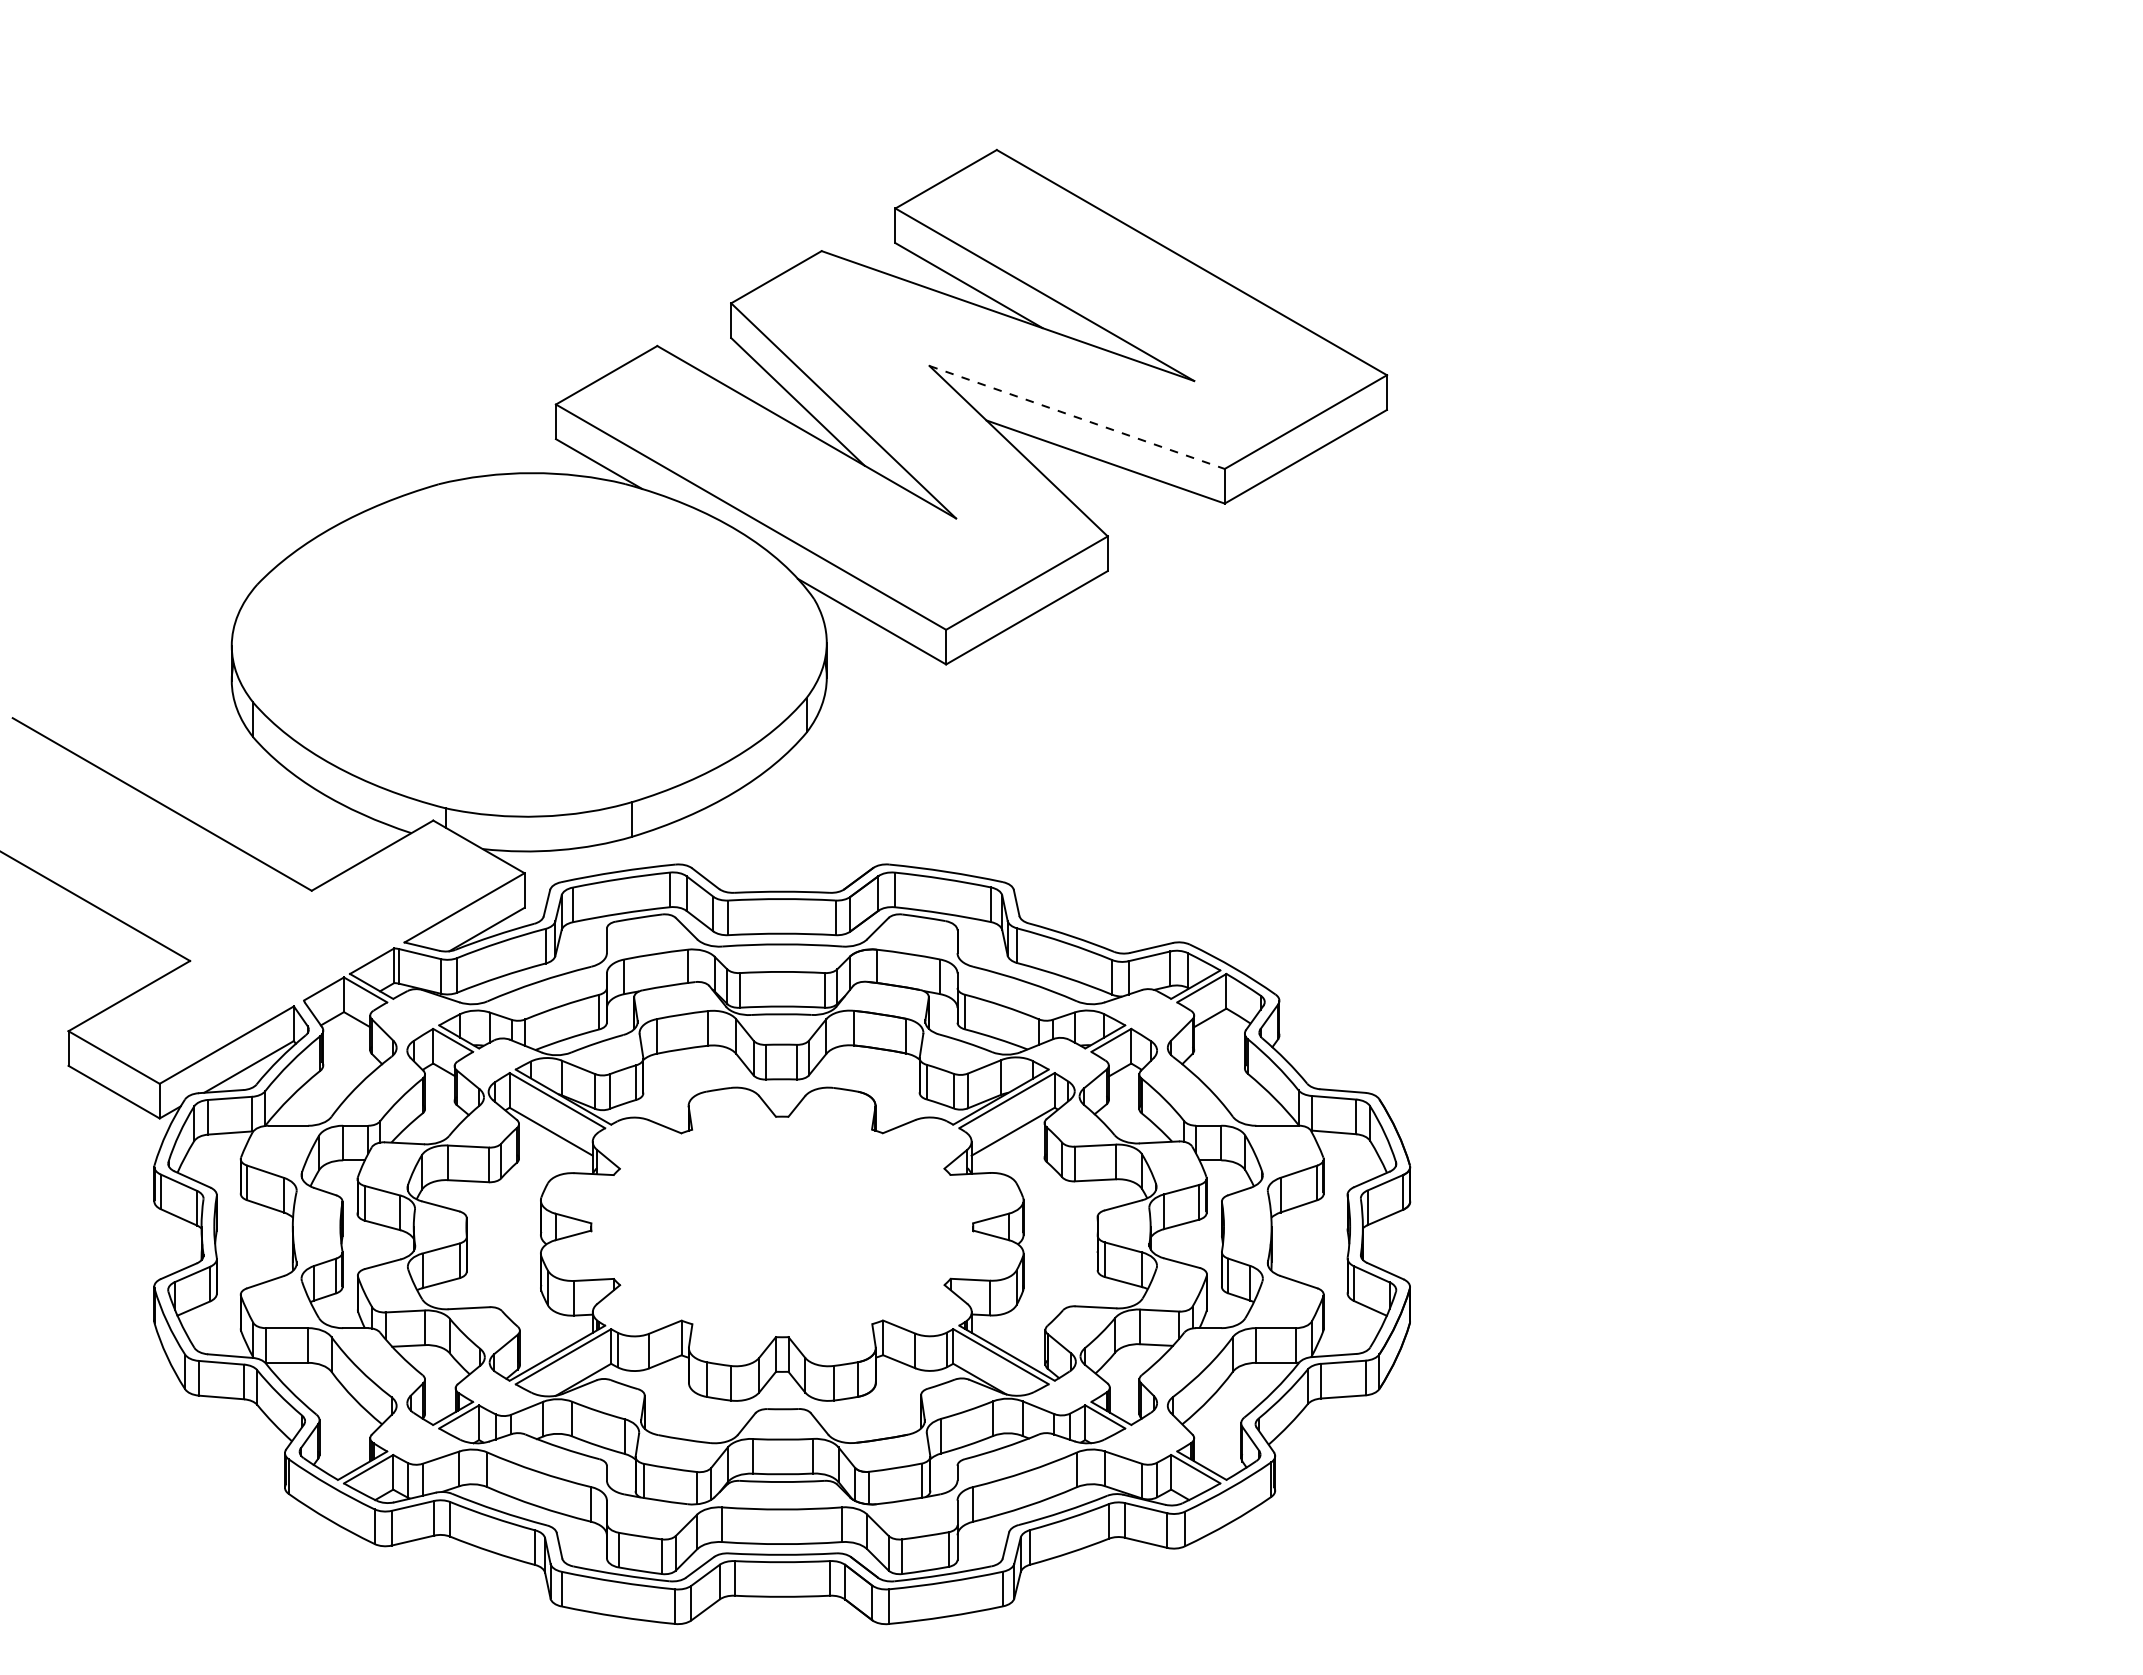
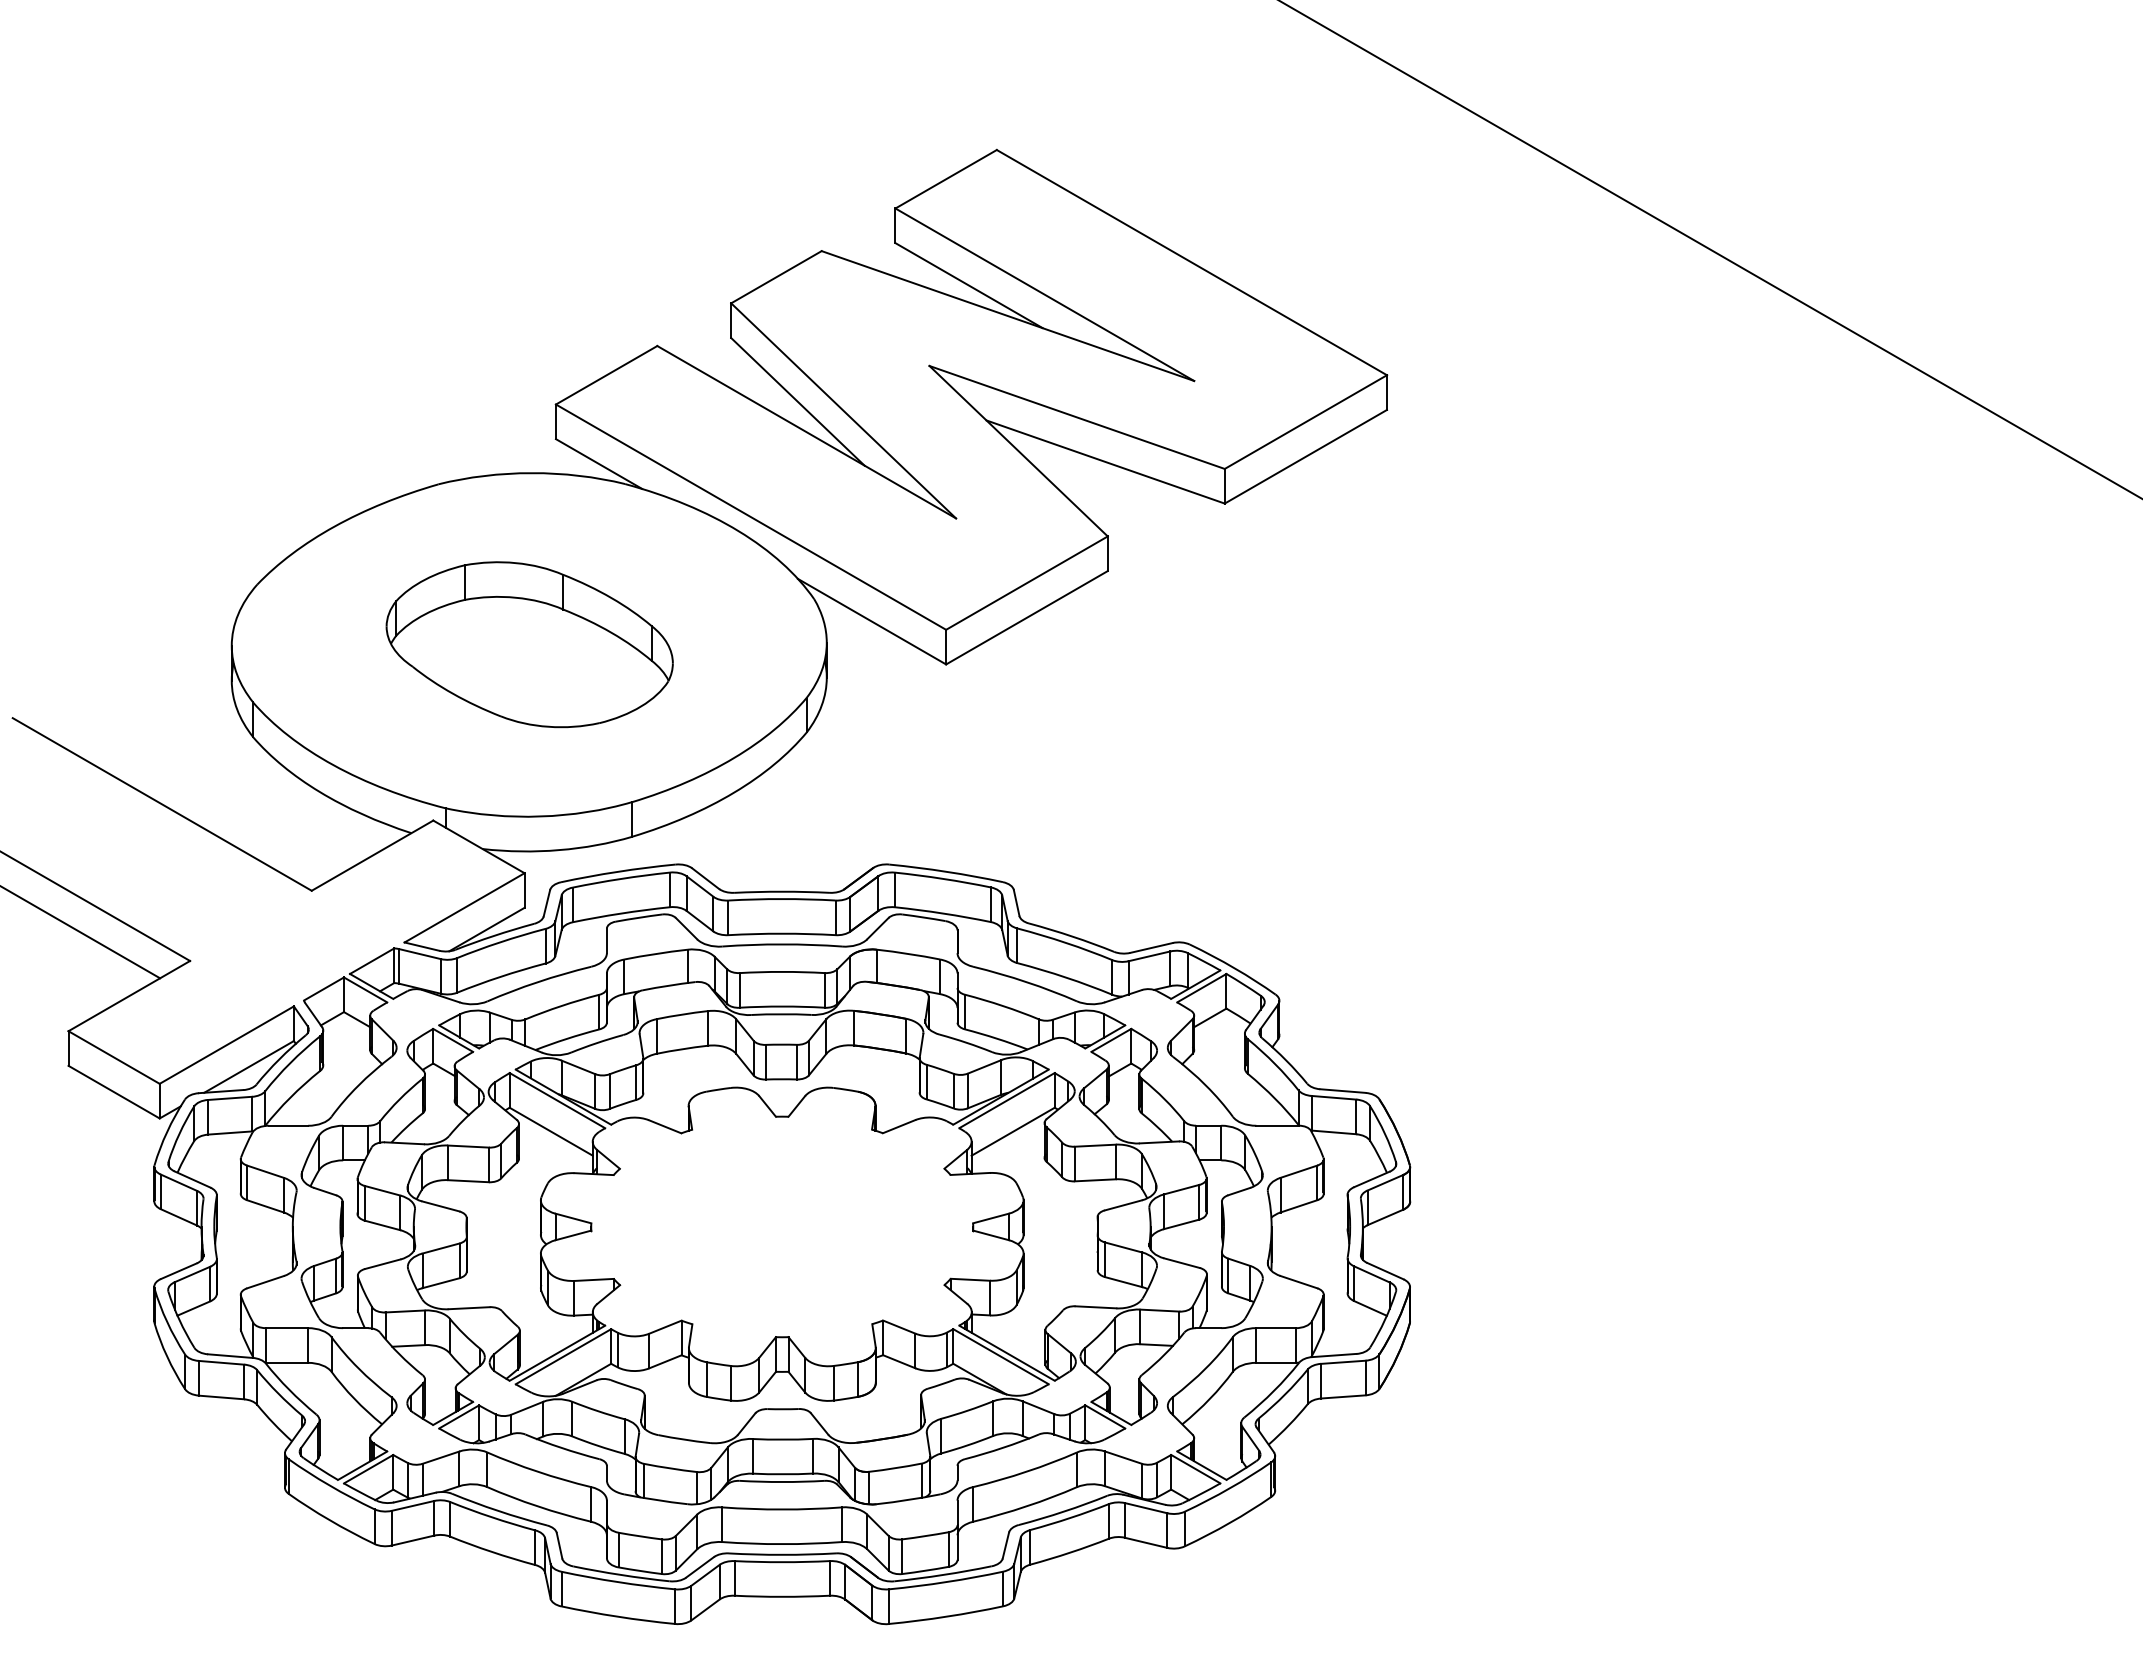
line at (1710, 249): none -> present
line at (1077, 417): dashed -> solid
part at (529, 644): none -> present
line at (81, 932): none -> present
